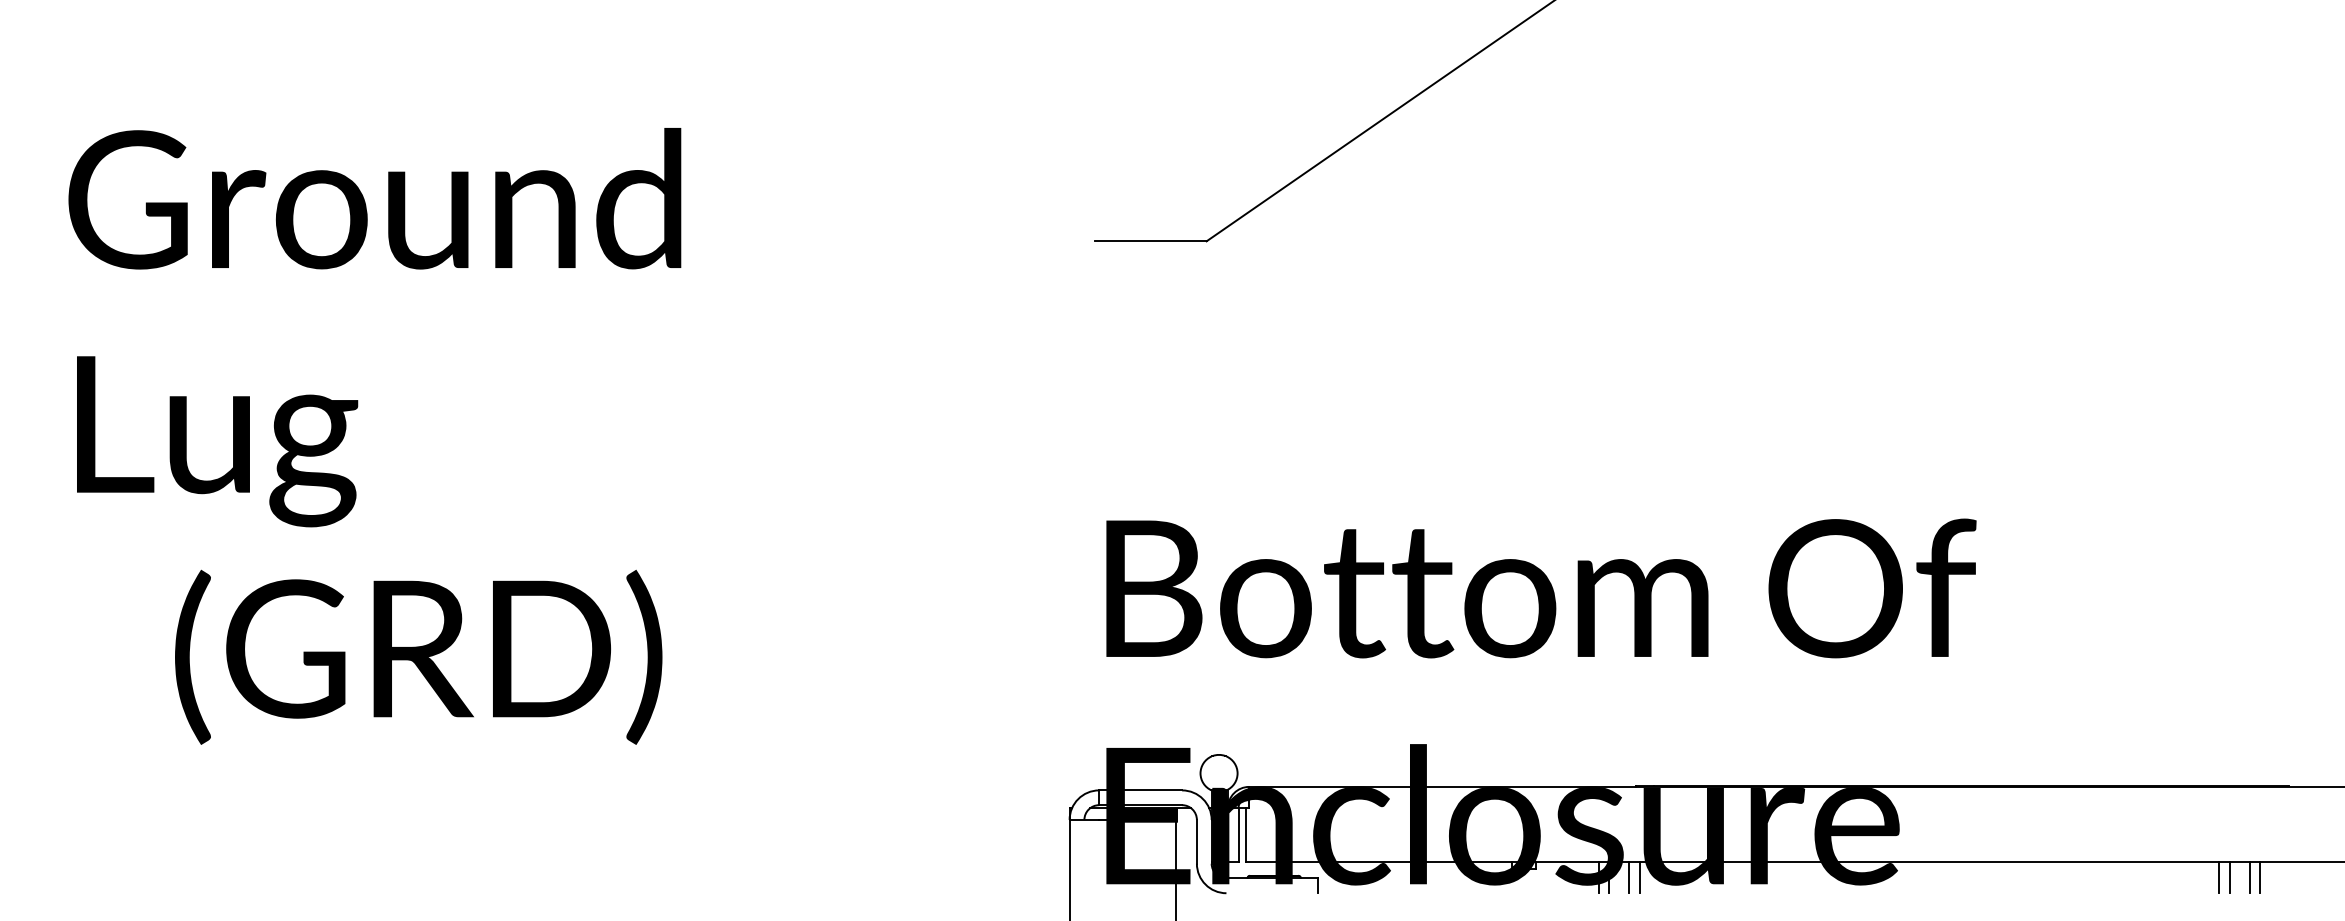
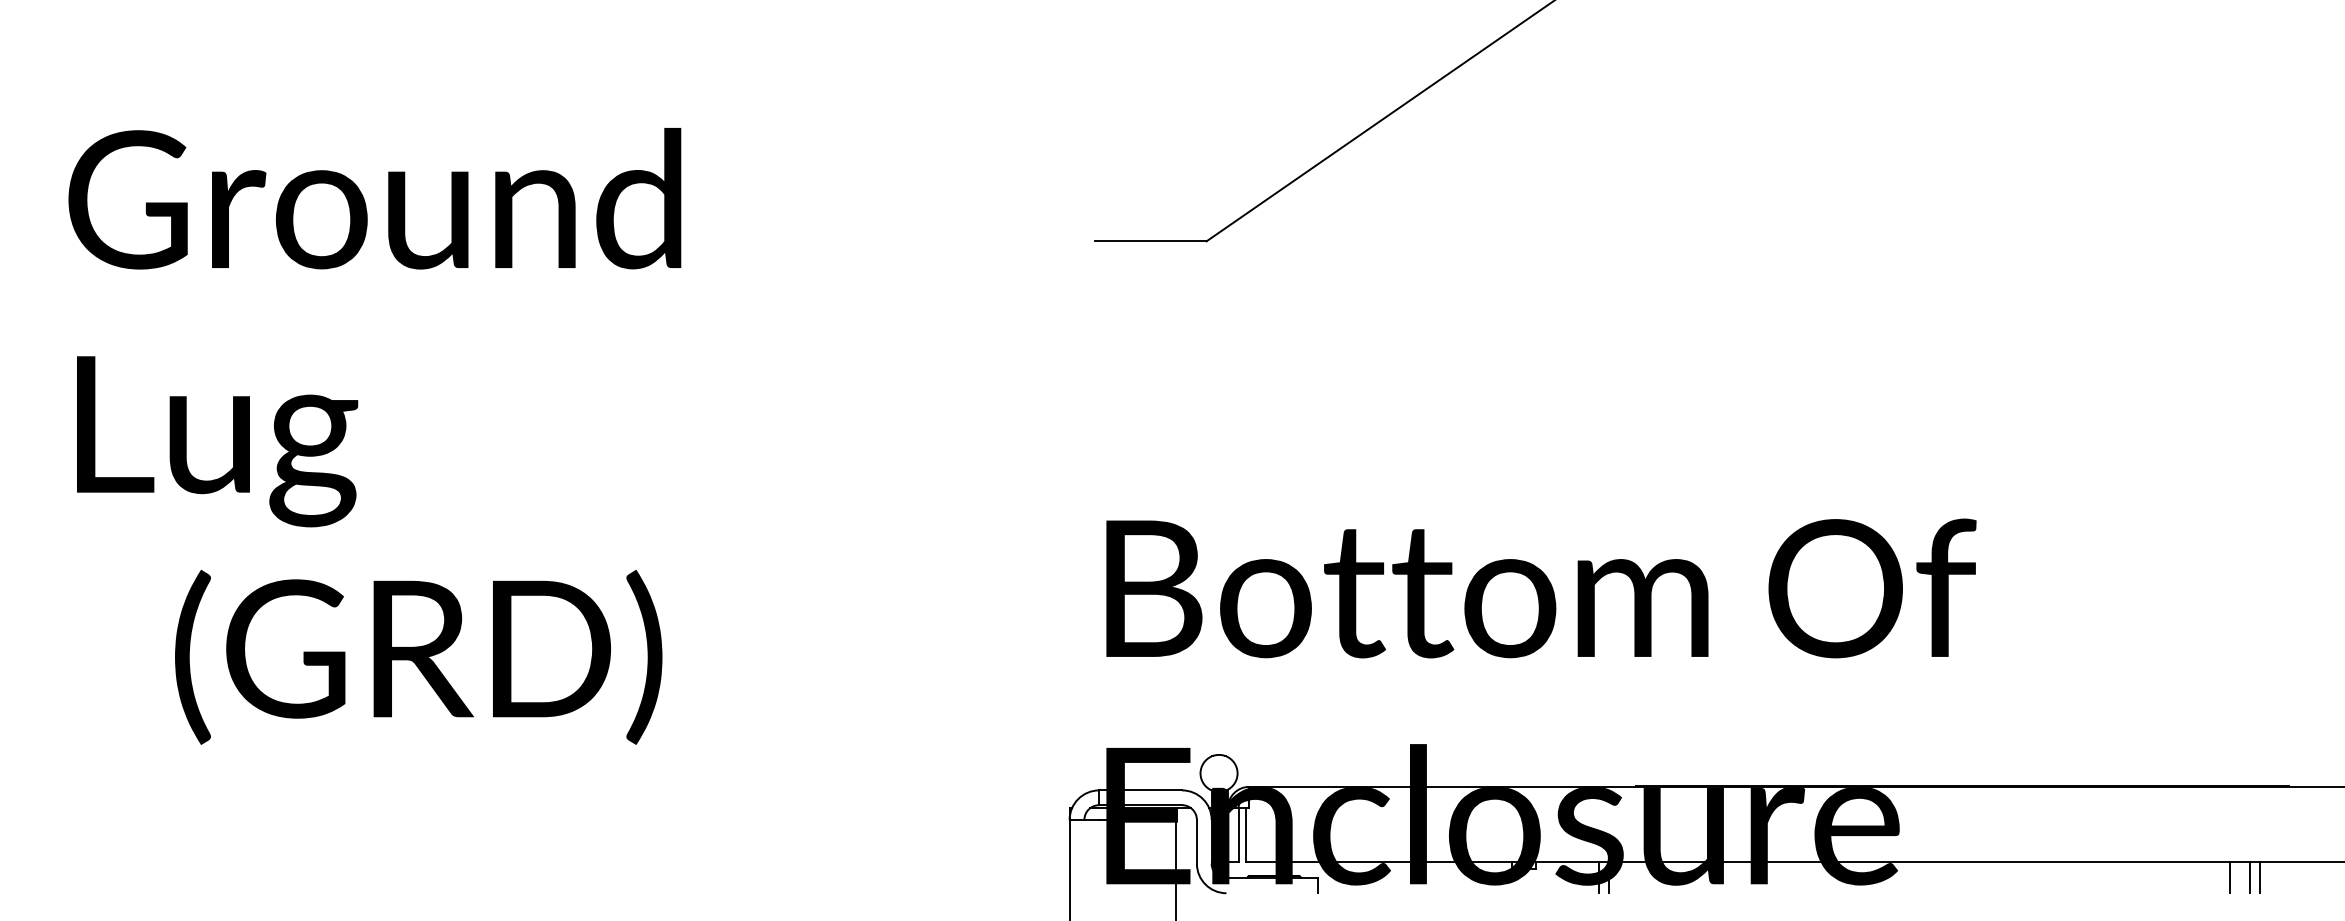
line at (1629, 877): present -> none
line at (1639, 877): present -> none
line at (2219, 877): present -> none
